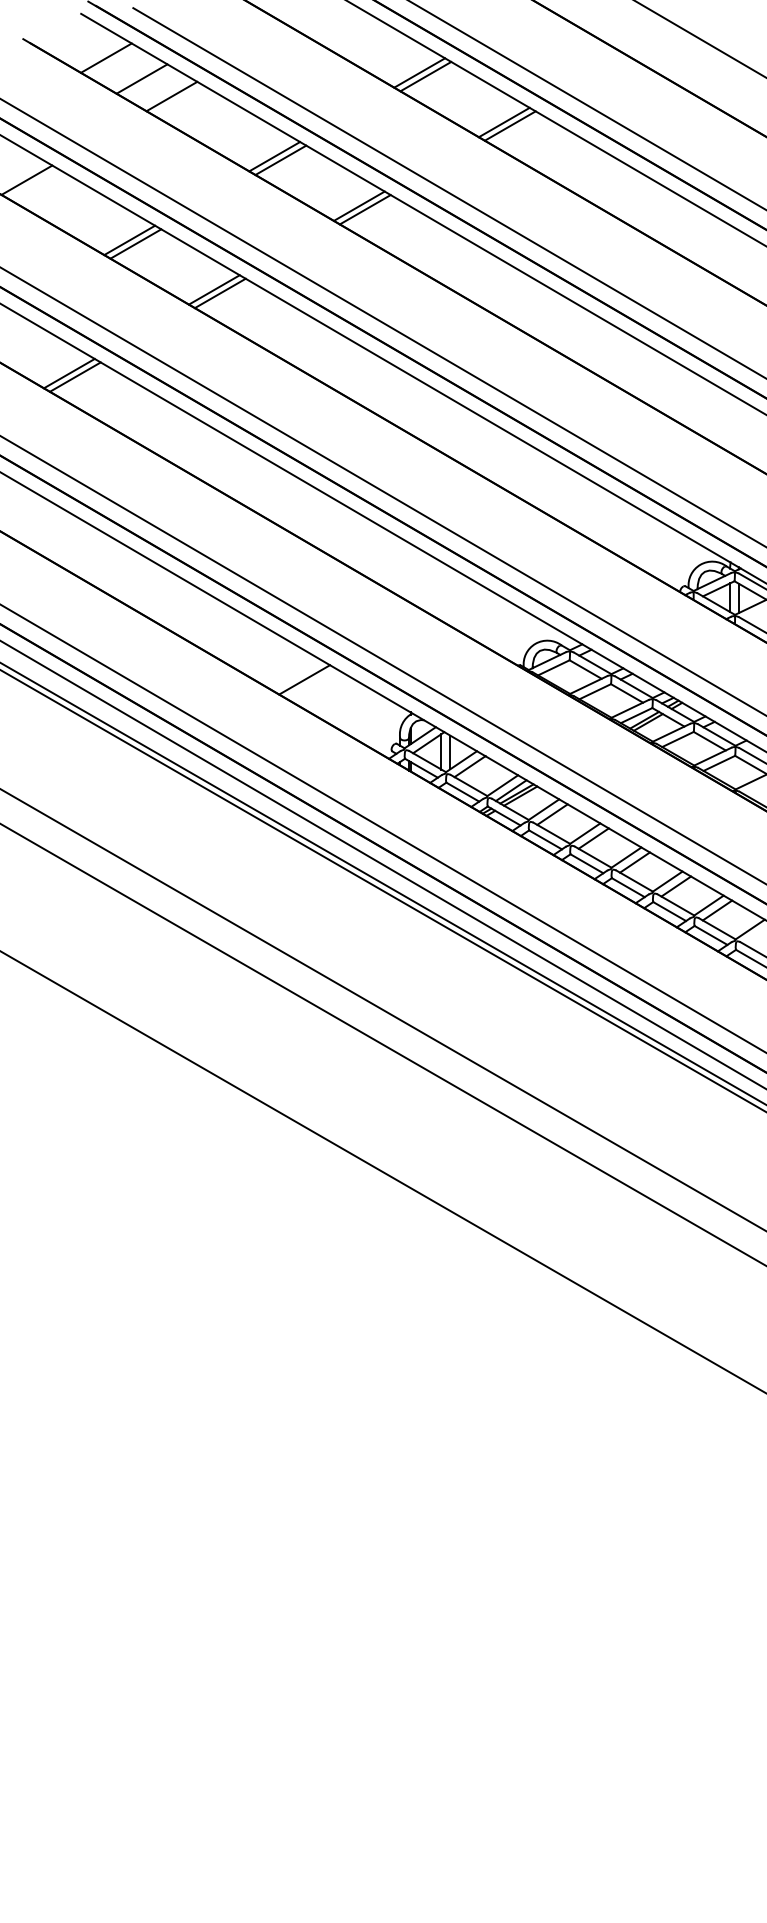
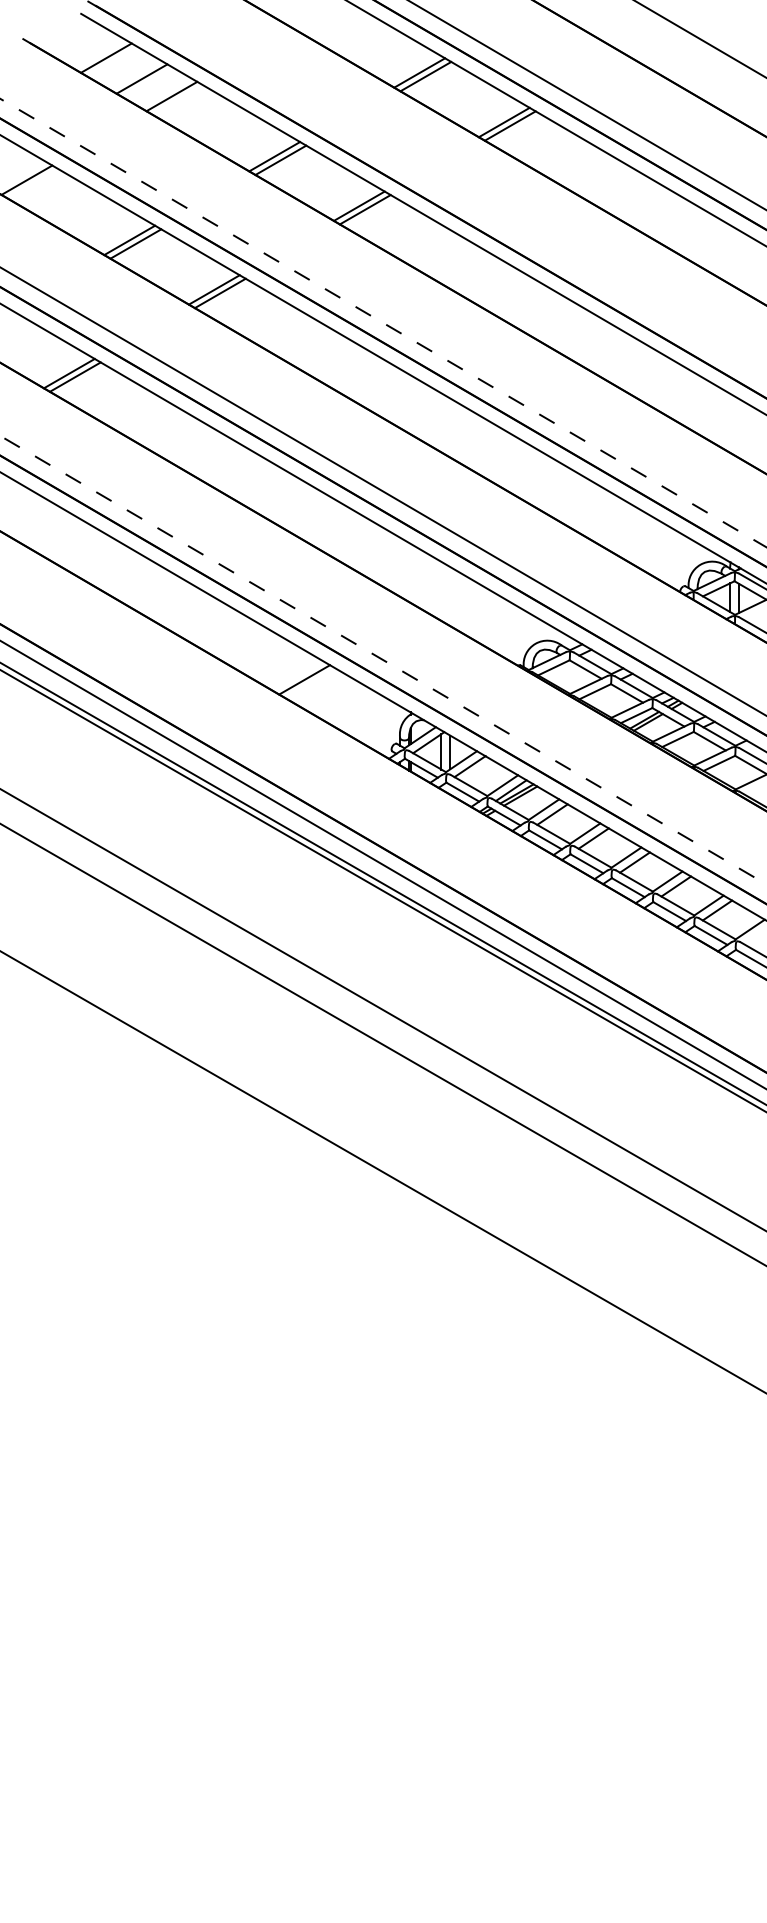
line at (448, 192): present -> none
line at (383, 323): solid -> dashed
line at (383, 660): solid -> dashed
line at (382, 828): present -> none
